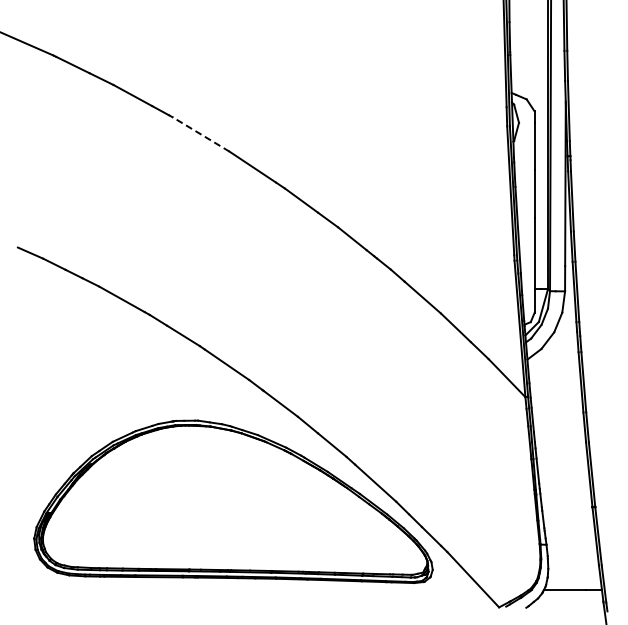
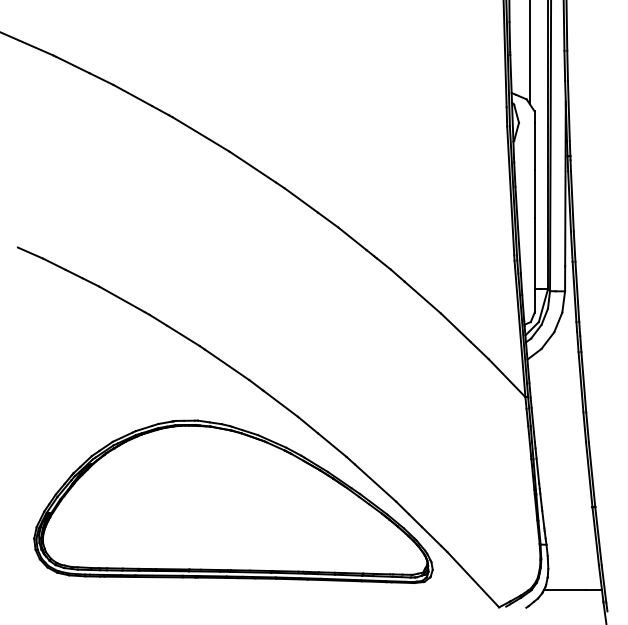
line at (529, 52): none -> present
line at (200, 134): dashed -> solid
